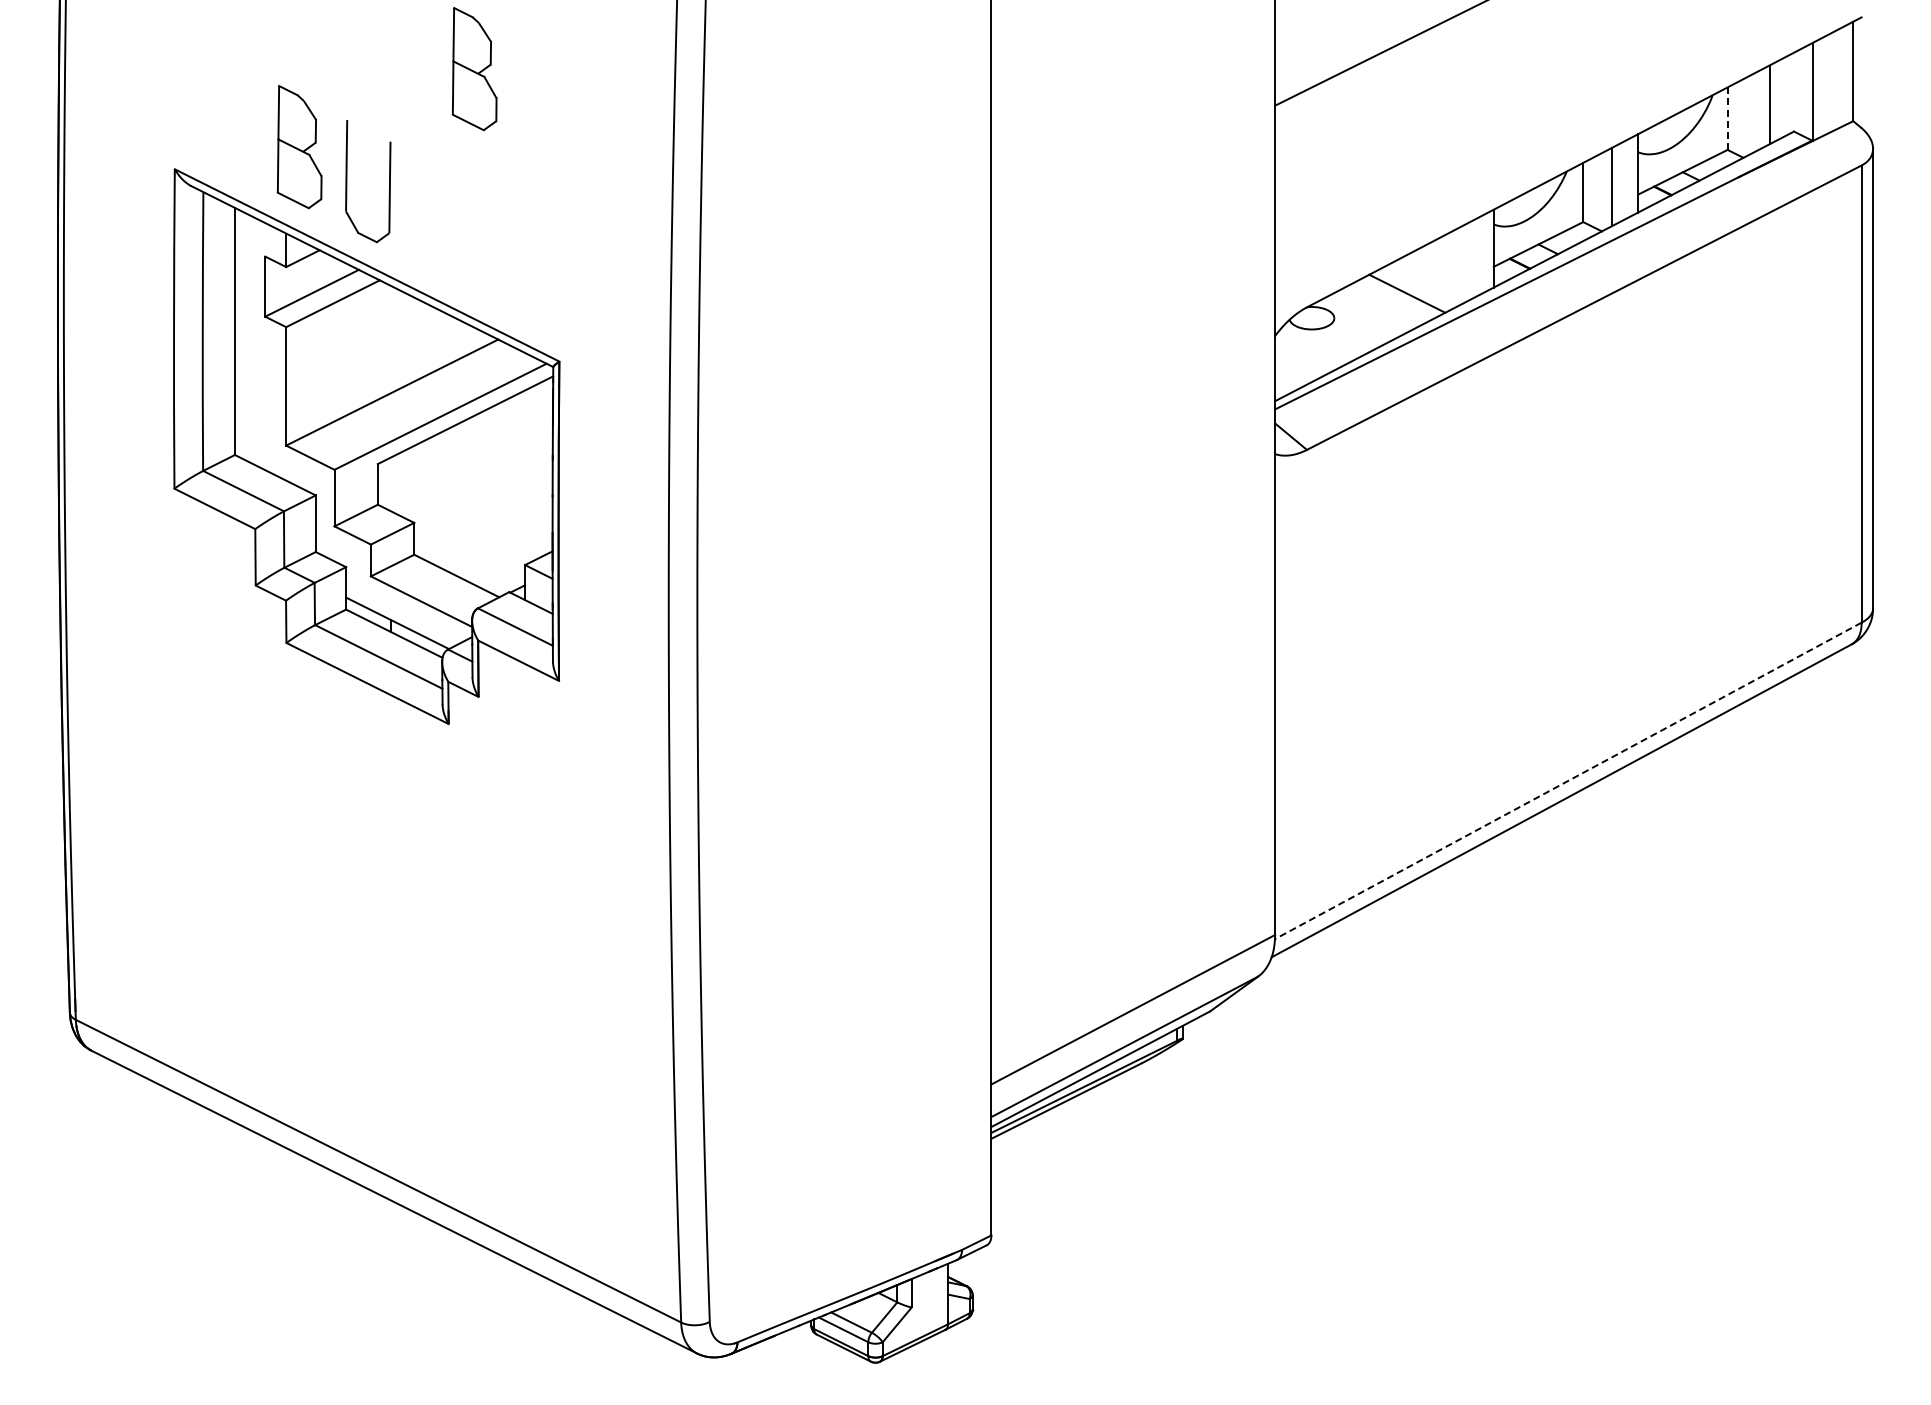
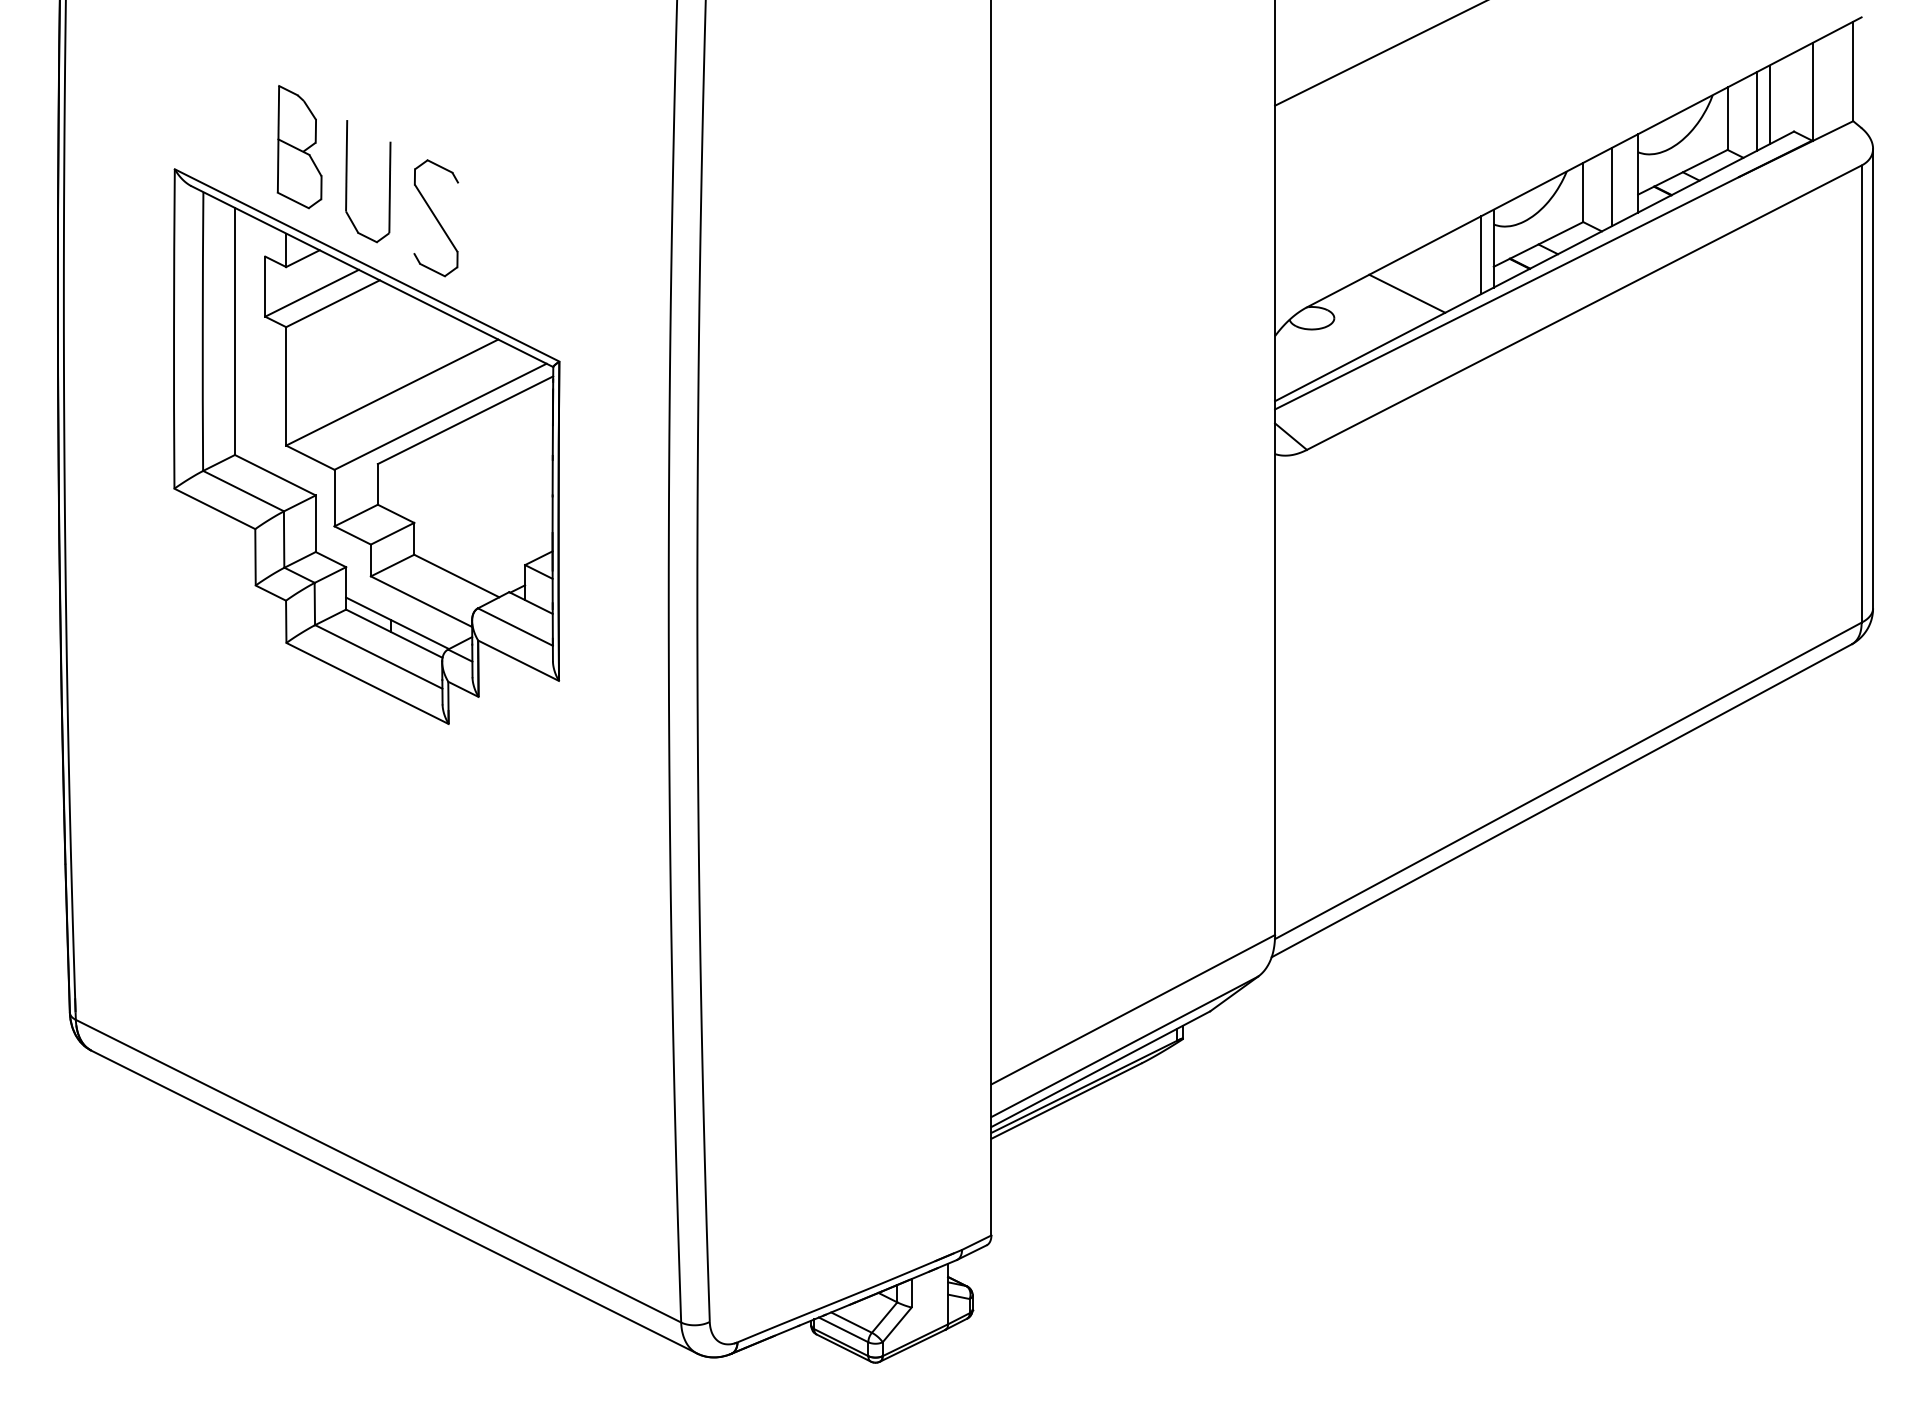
part at (474, 69): present -> none
line at (1756, 111): none -> present
line at (1727, 119): dashed -> solid
part at (435, 218): none -> present
line at (1480, 255): none -> present
line at (1567, 781): dashed -> solid
